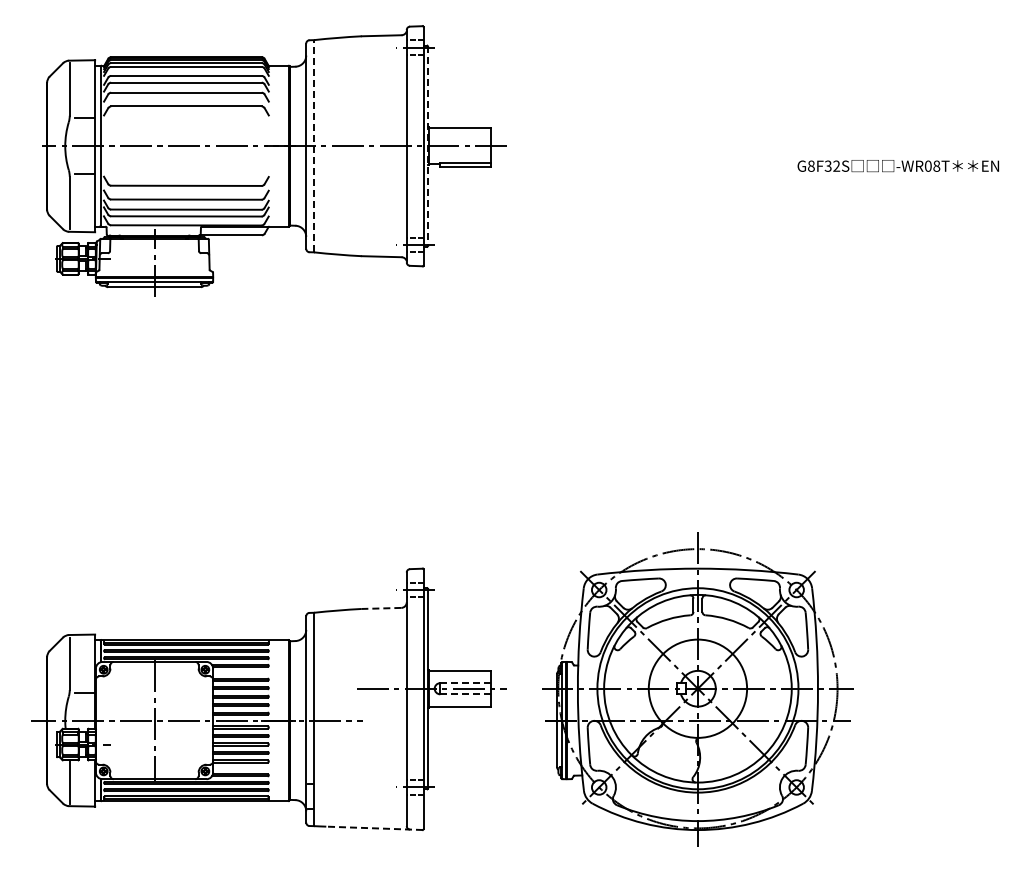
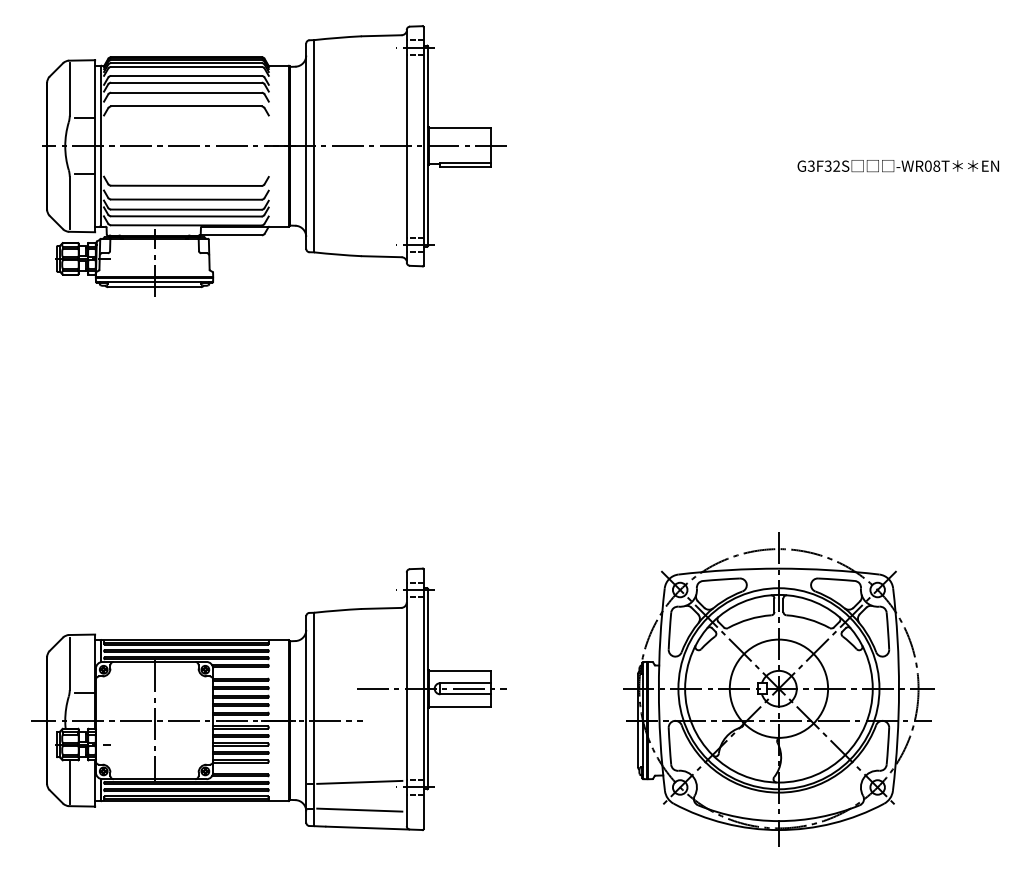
line at (314, 145): dashed -> solid
line at (428, 146): dashed -> solid
text at (810, 165): G8F32S -> G3F32S
line at (381, 608): dashed -> solid
line at (465, 683): dashed -> solid
part at (697, 689) position: (697, 689) -> (778, 689)
line at (465, 694): dashed -> solid
line at (359, 781): none -> present
line at (359, 809): none -> present
line at (374, 828): dashed -> solid
